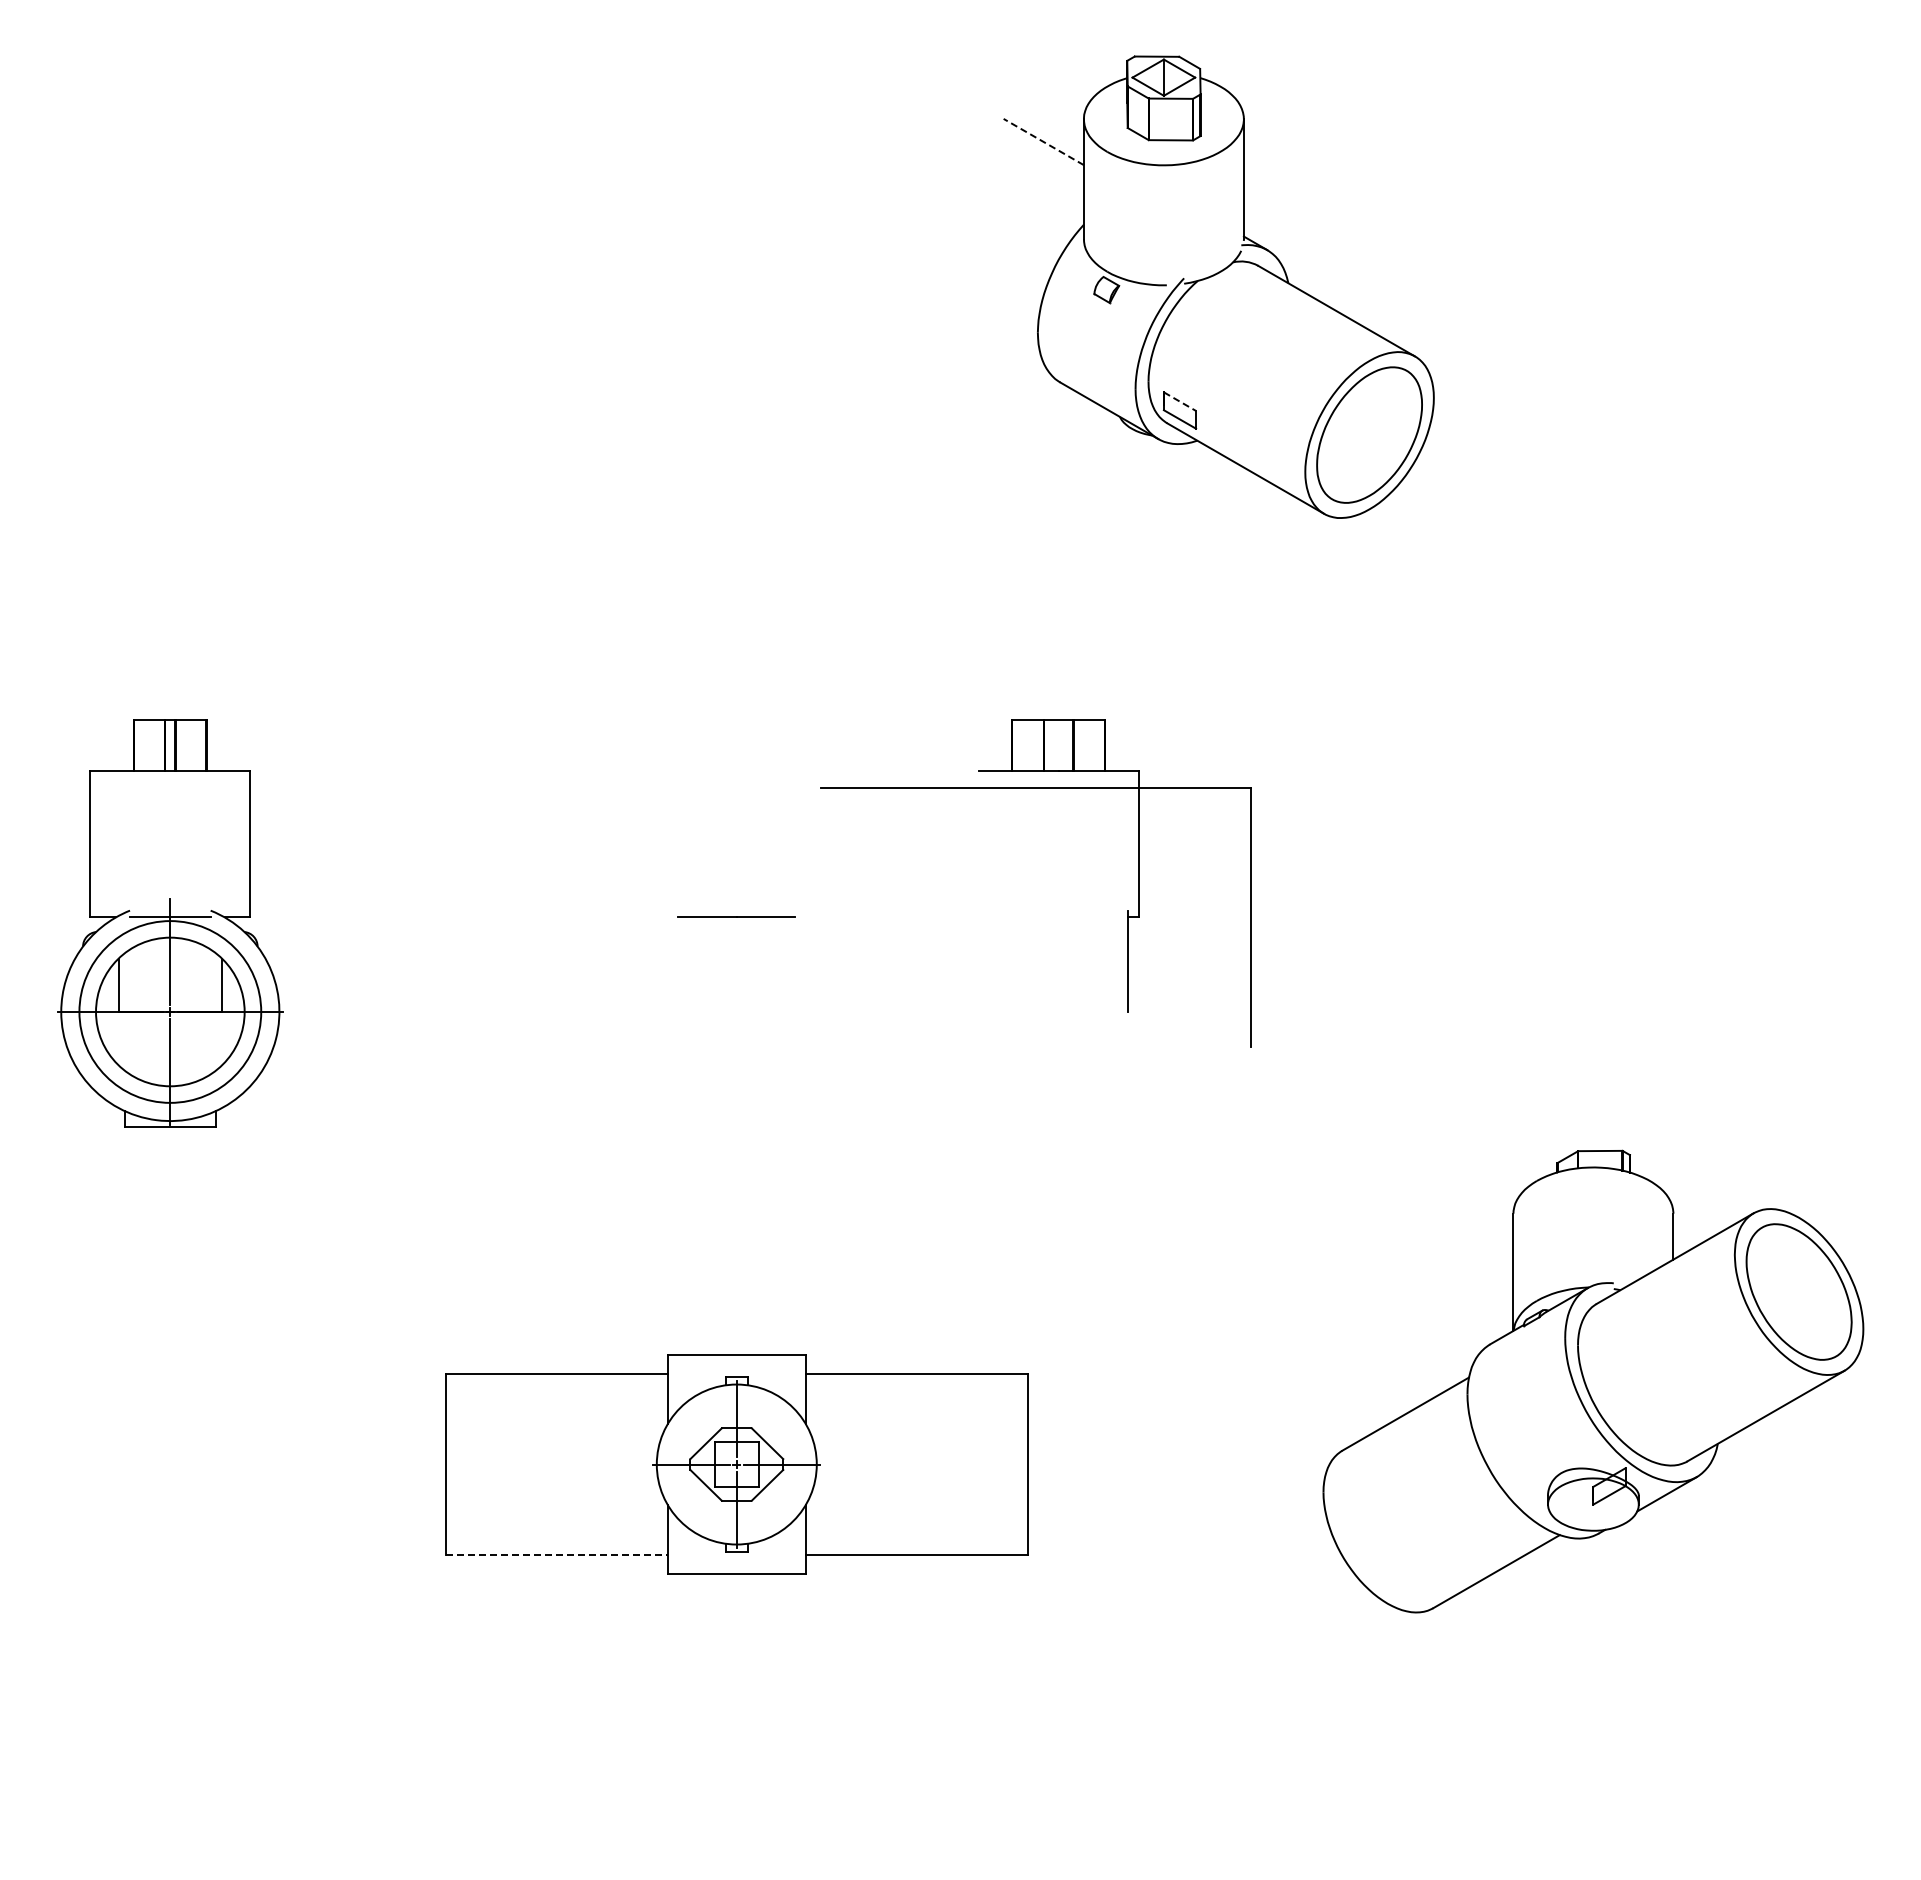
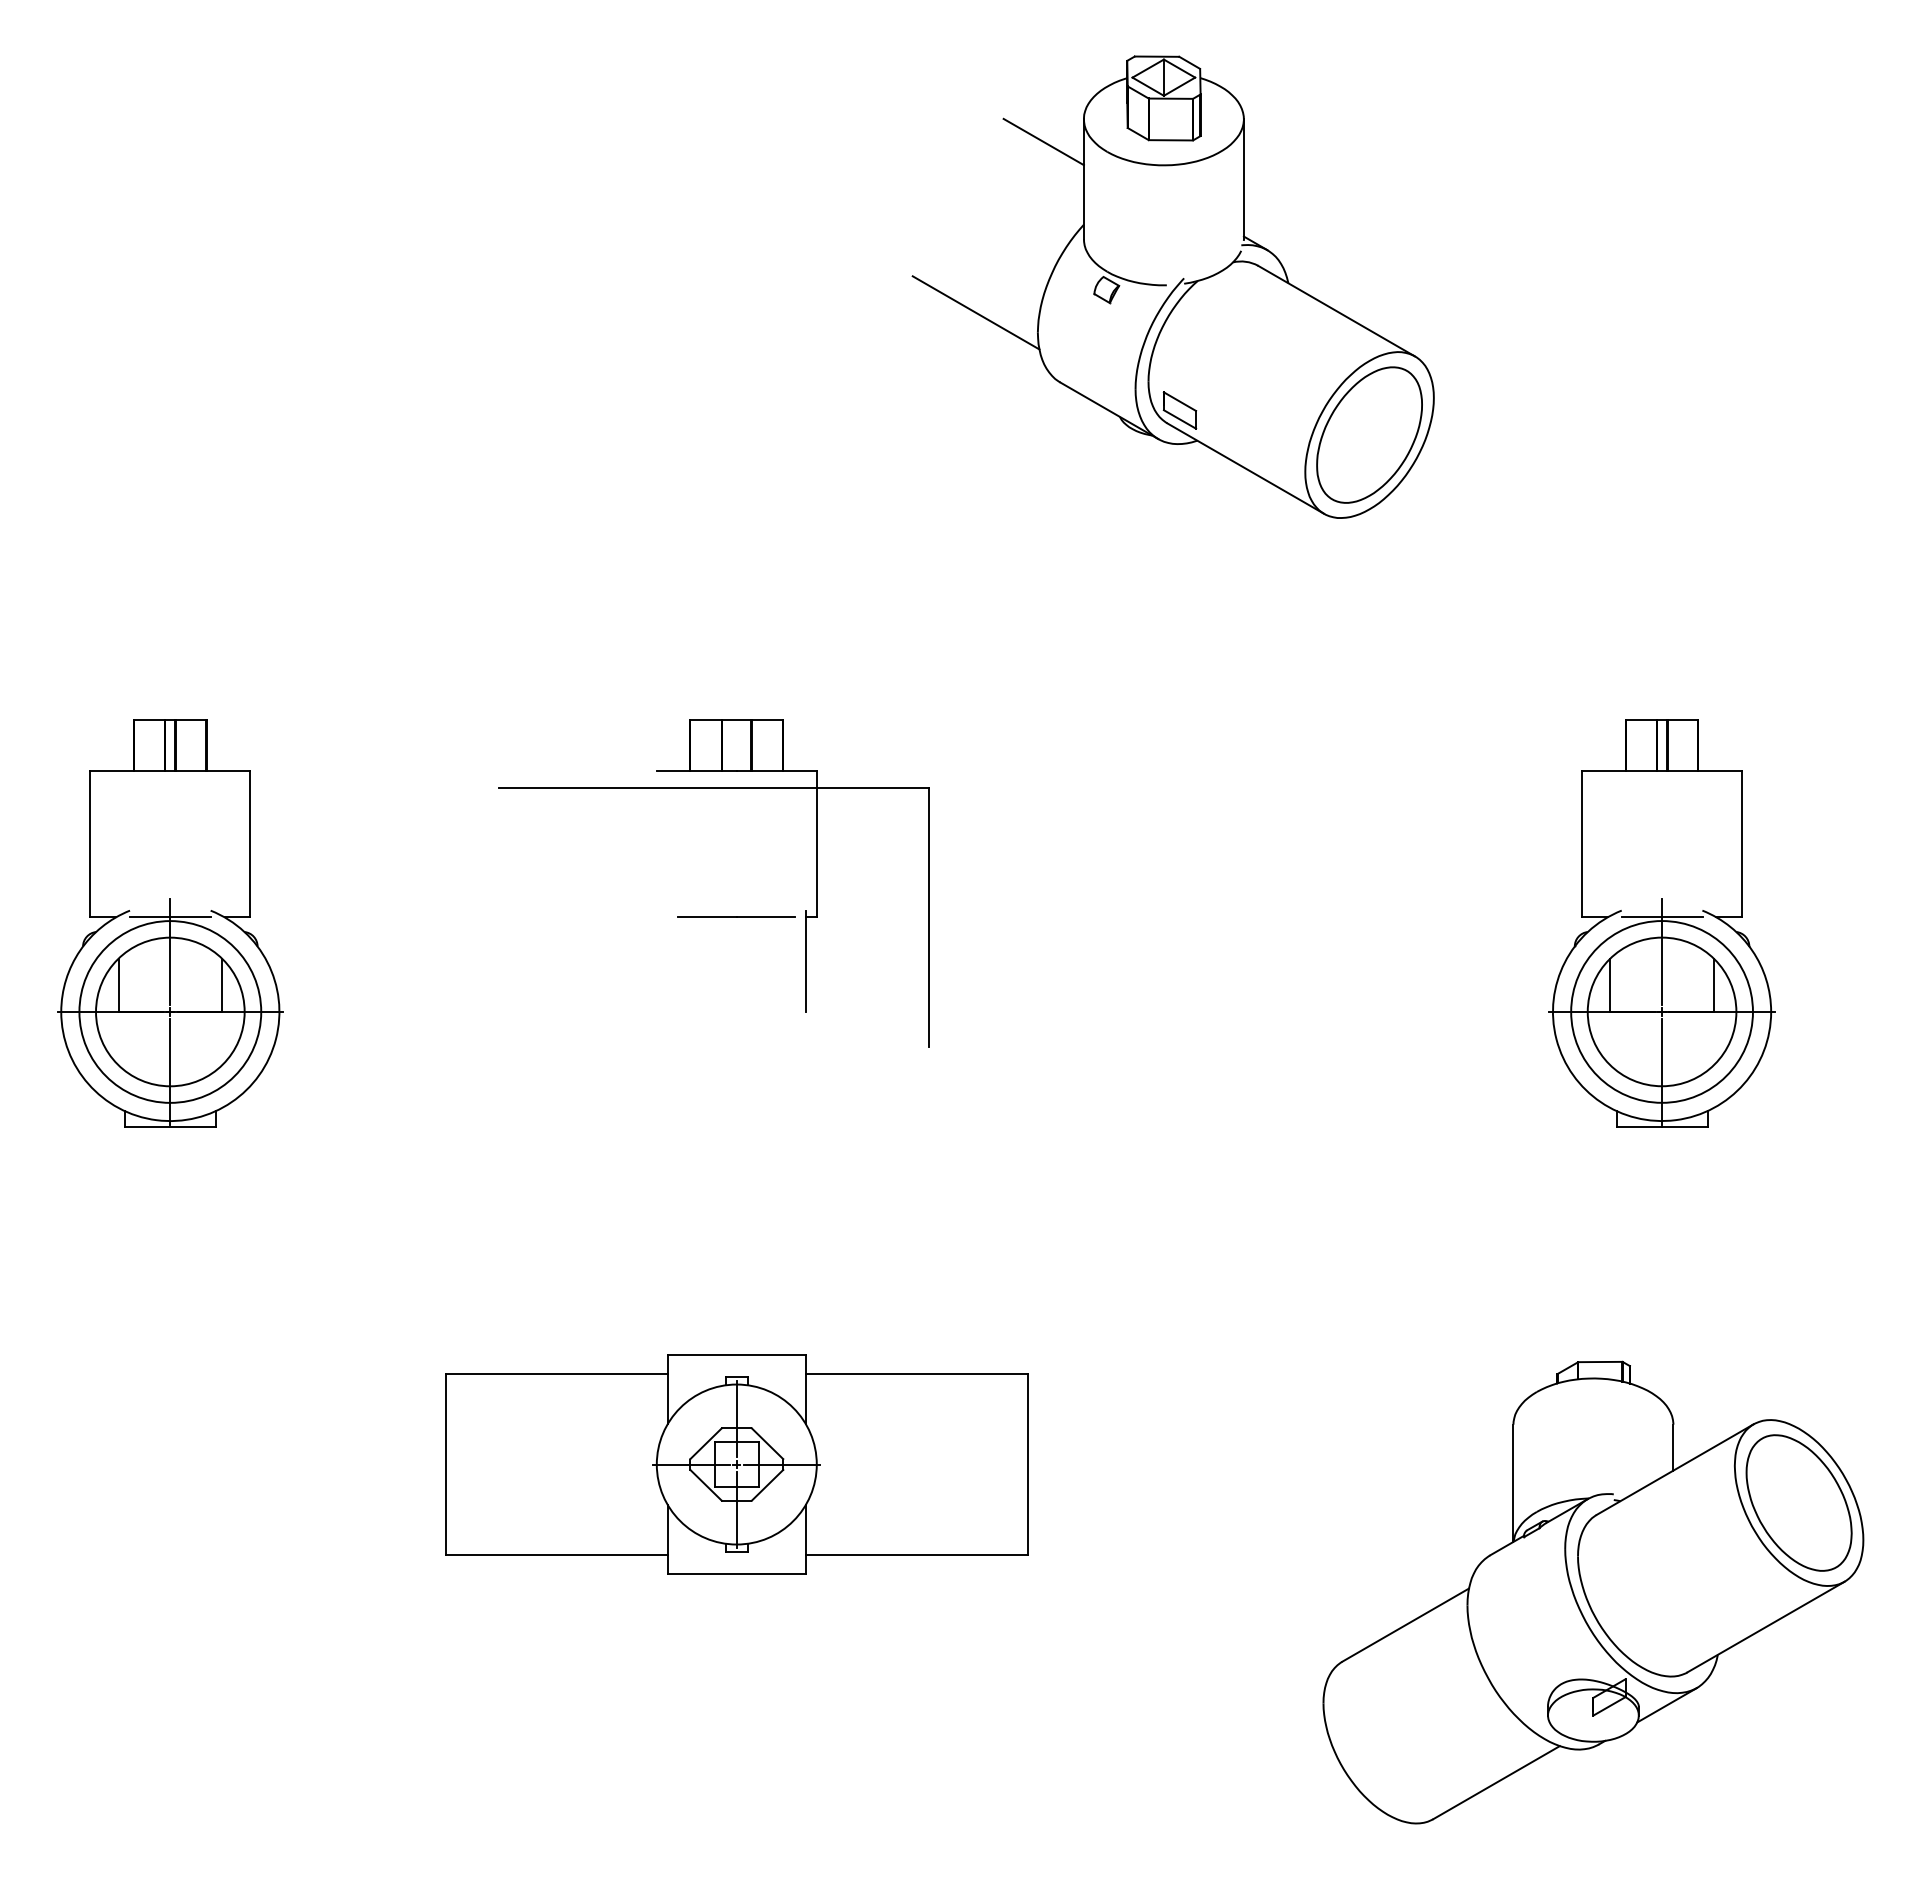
line at (1043, 141): dashed -> solid
line at (975, 312): none -> present
line at (1180, 401): dashed -> solid
part at (1035, 788) position: (1035, 788) -> (713, 788)
part at (1661, 923): none -> present
part at (1593, 1381) position: (1593, 1381) -> (1593, 1592)
line at (556, 1555): dashed -> solid
